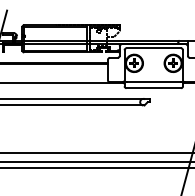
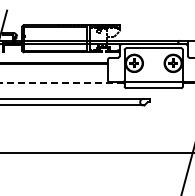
line at (62, 83): solid -> dashed
line at (96, 161): present -> none
line at (96, 168): present -> none
